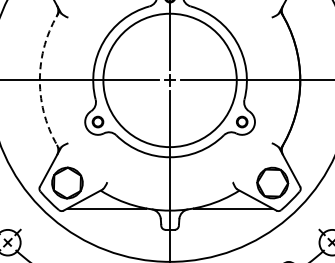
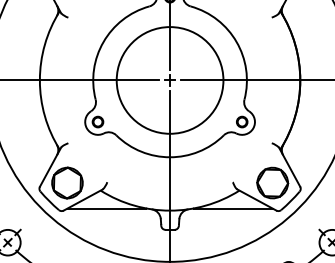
arc at (39, 80): dashed -> solid
circle at (169, 80) diameter: 133 px -> 107 px
